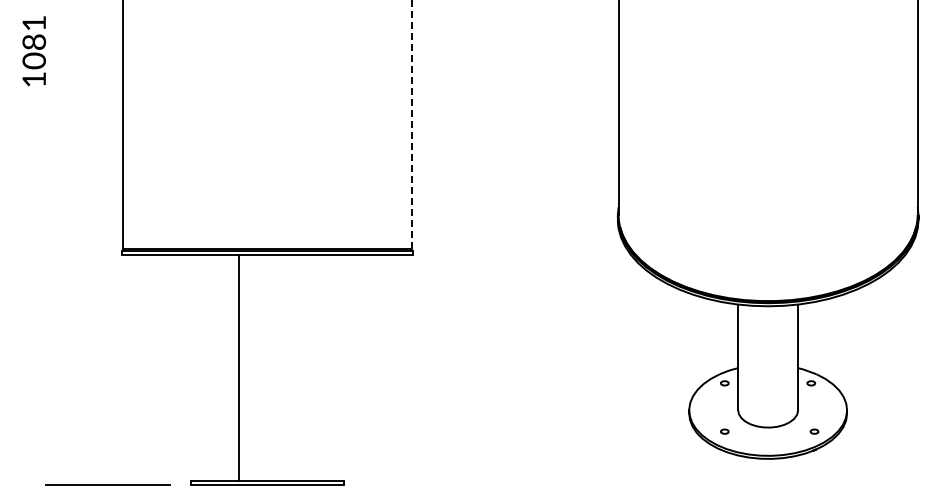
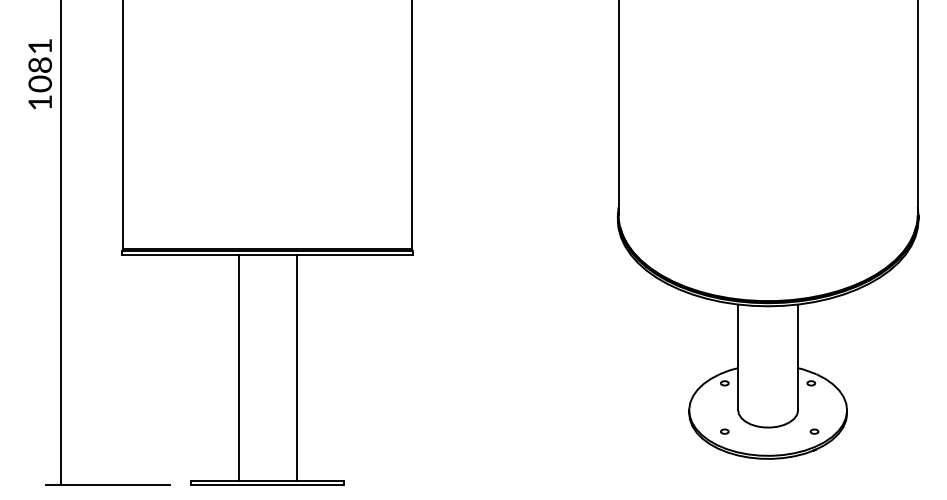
text at (33, 51) position: (33, 51) -> (39, 74)
line at (412, 124): dashed -> solid
line at (61, 243): none -> present
line at (296, 367): none -> present
